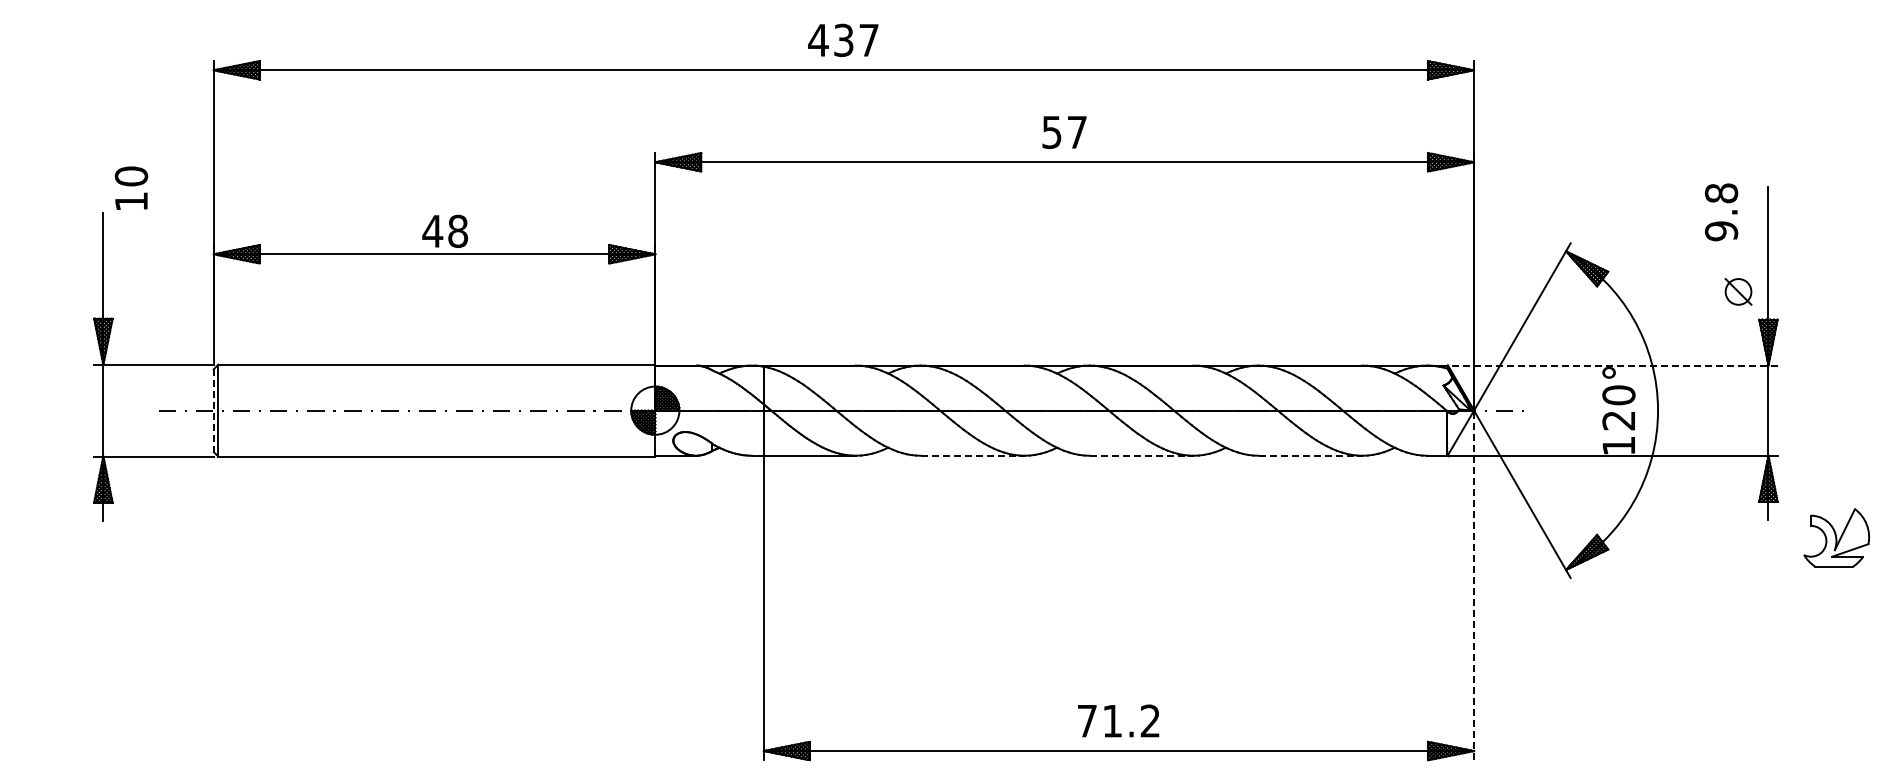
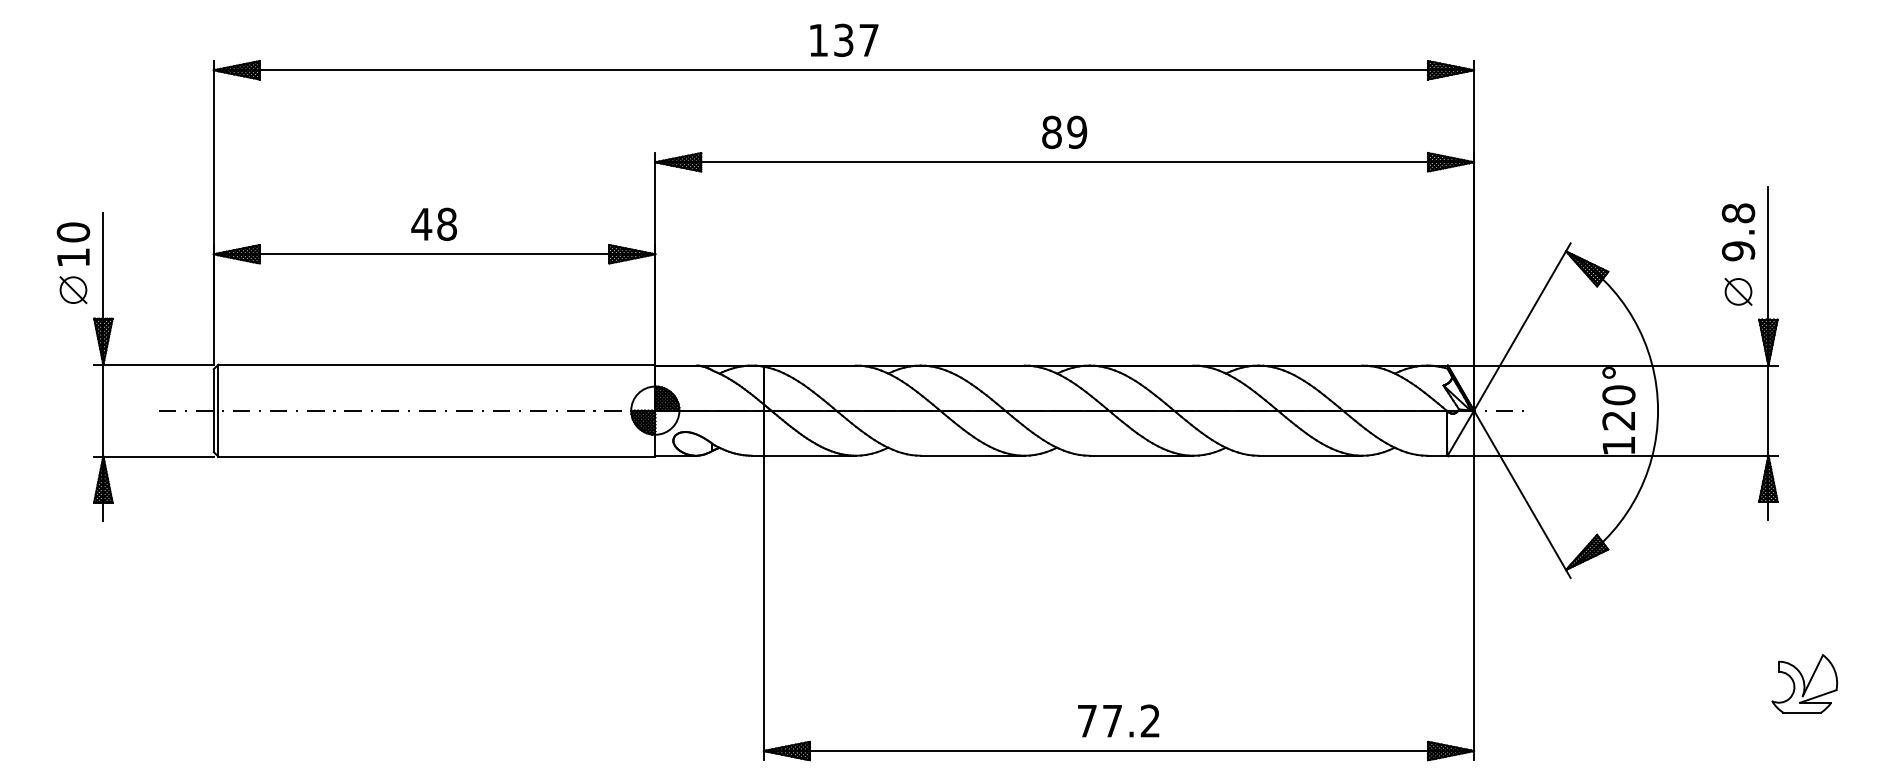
text at (818, 40): 437 -> 137
text at (1064, 132): 57 -> 89
text at (131, 187) position: (131, 187) -> (73, 243)
text at (1721, 212) position: (1721, 212) -> (1738, 232)
text at (444, 230) position: (444, 230) -> (433, 223)
part at (73, 290): none -> present
line at (1612, 365): dashed -> solid
line at (213, 411): dashed -> solid
line at (972, 455): dashed -> solid
line at (1141, 455): dashed -> solid
line at (1310, 455): dashed -> solid
part at (1836, 537) position: (1836, 537) -> (1804, 683)
line at (1474, 585): dashed -> solid
text at (1112, 721): 71.2 -> 77.2
